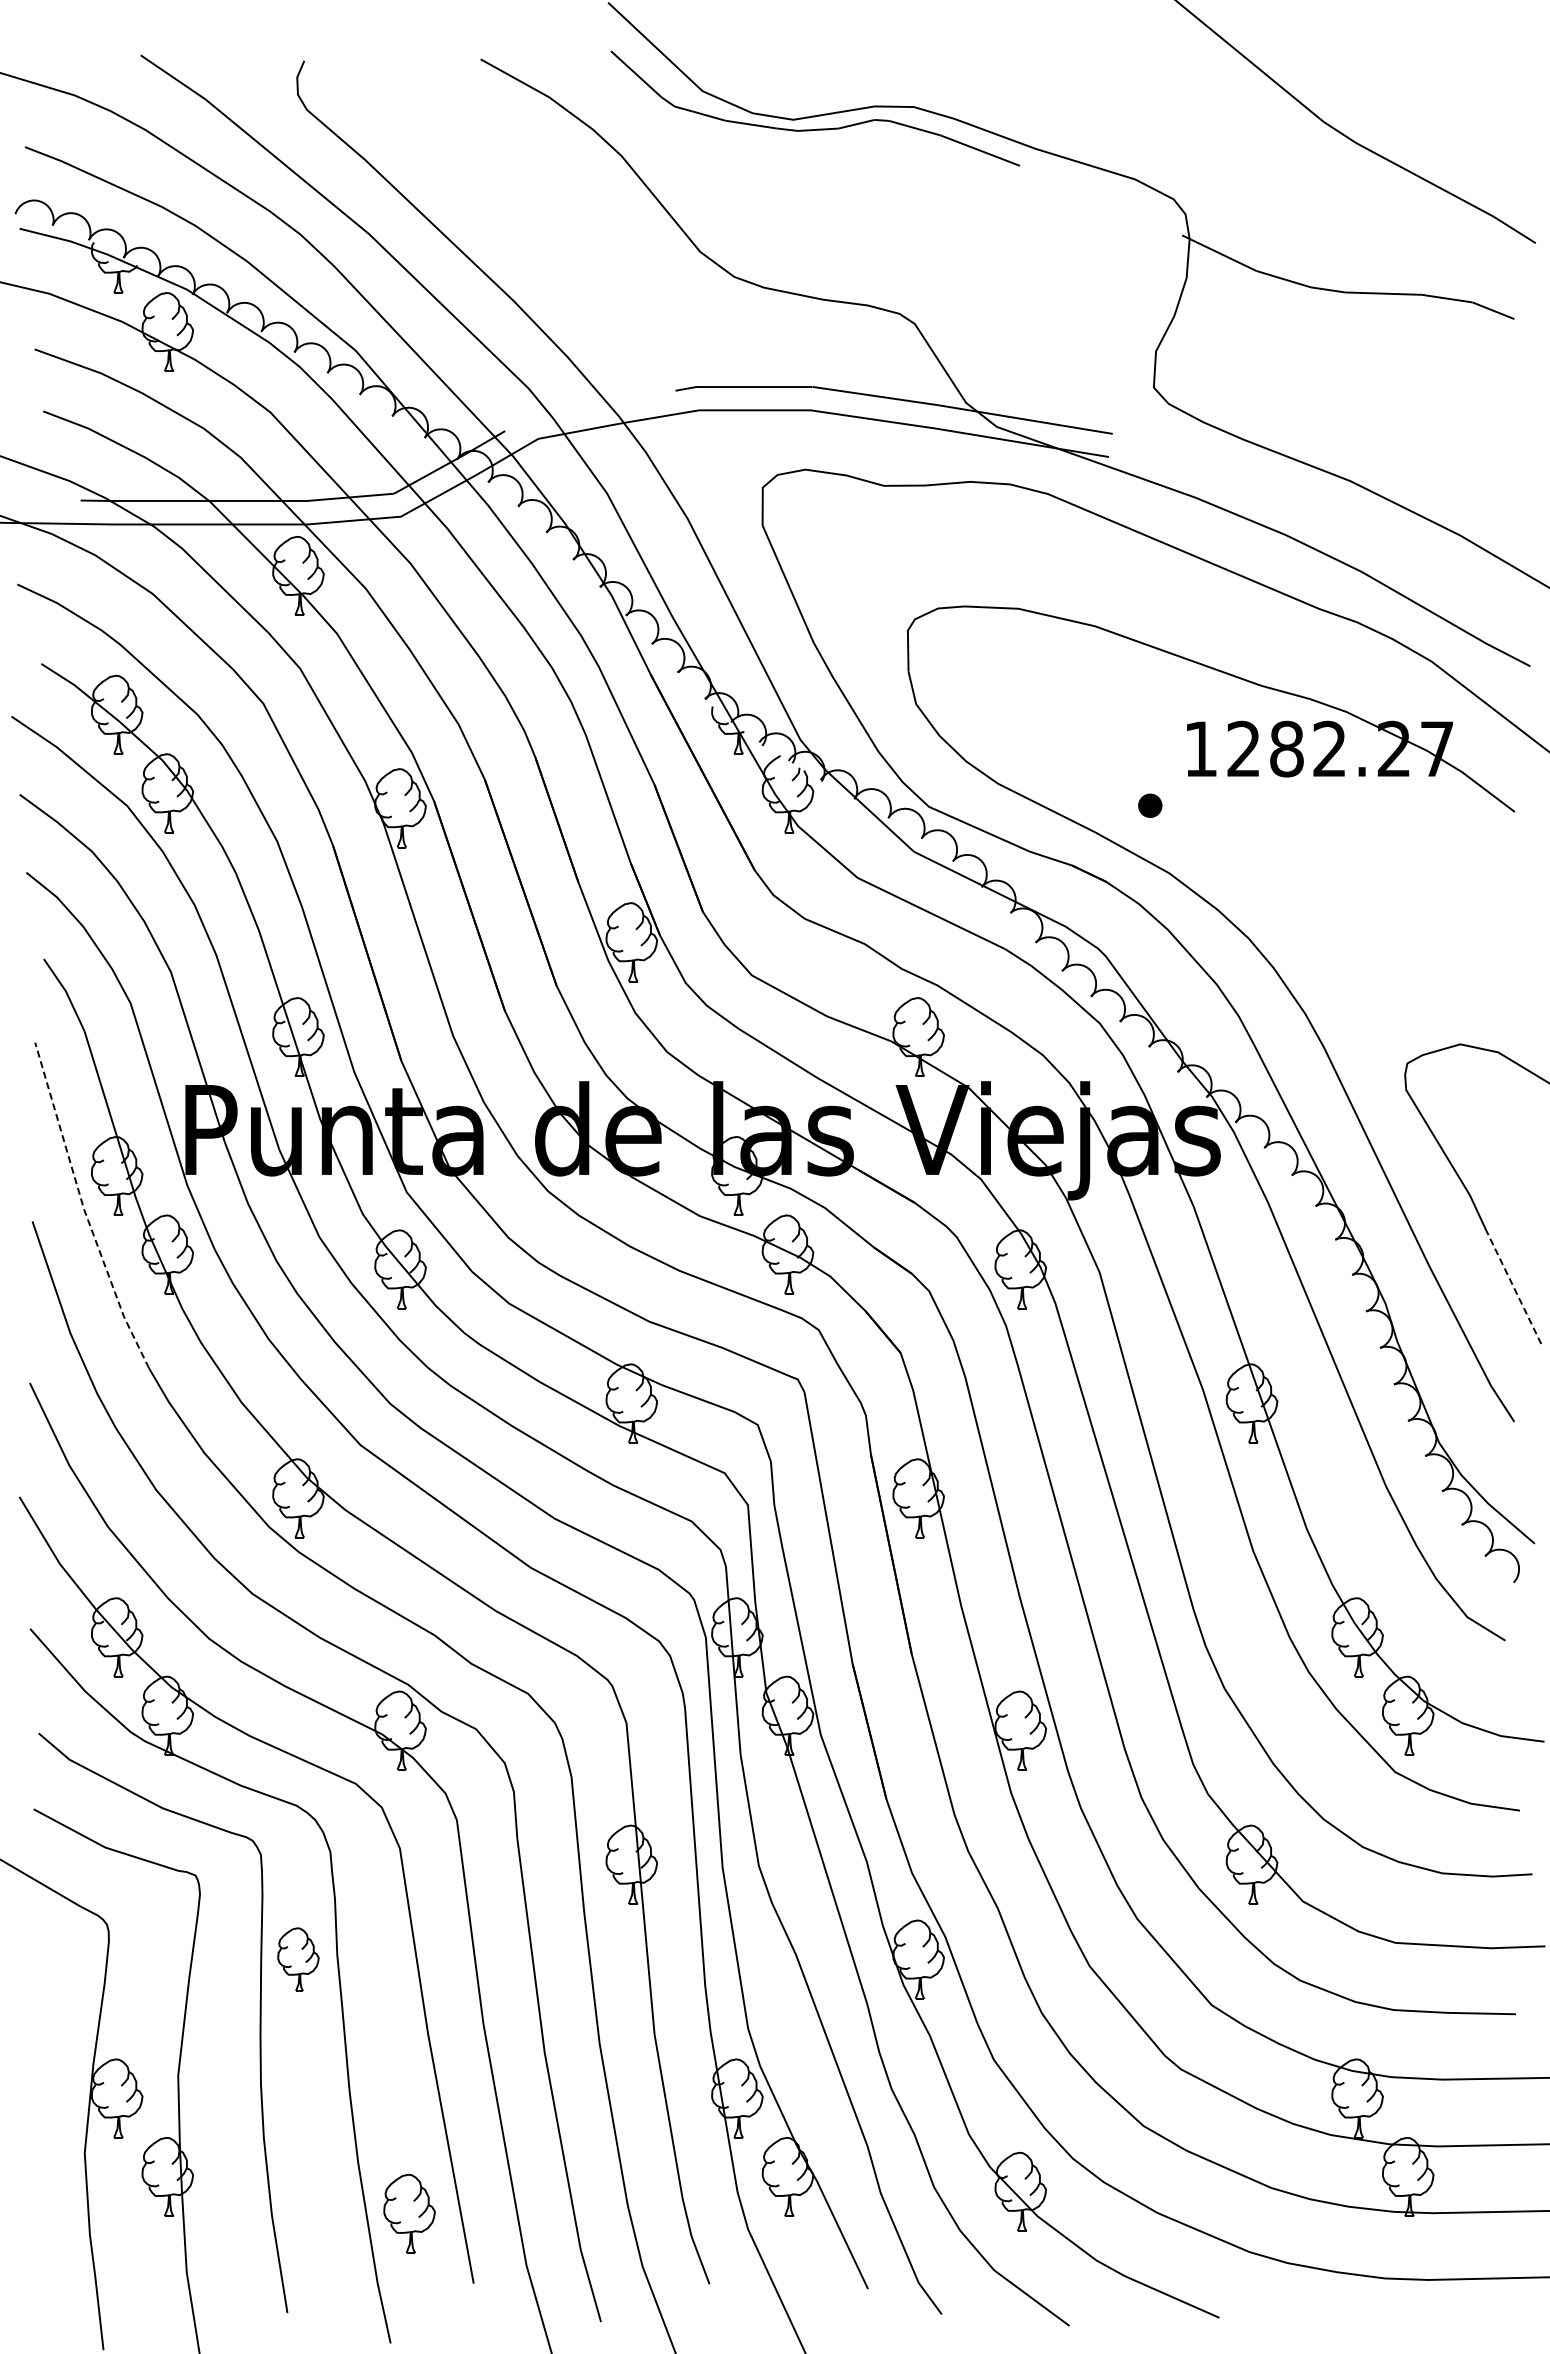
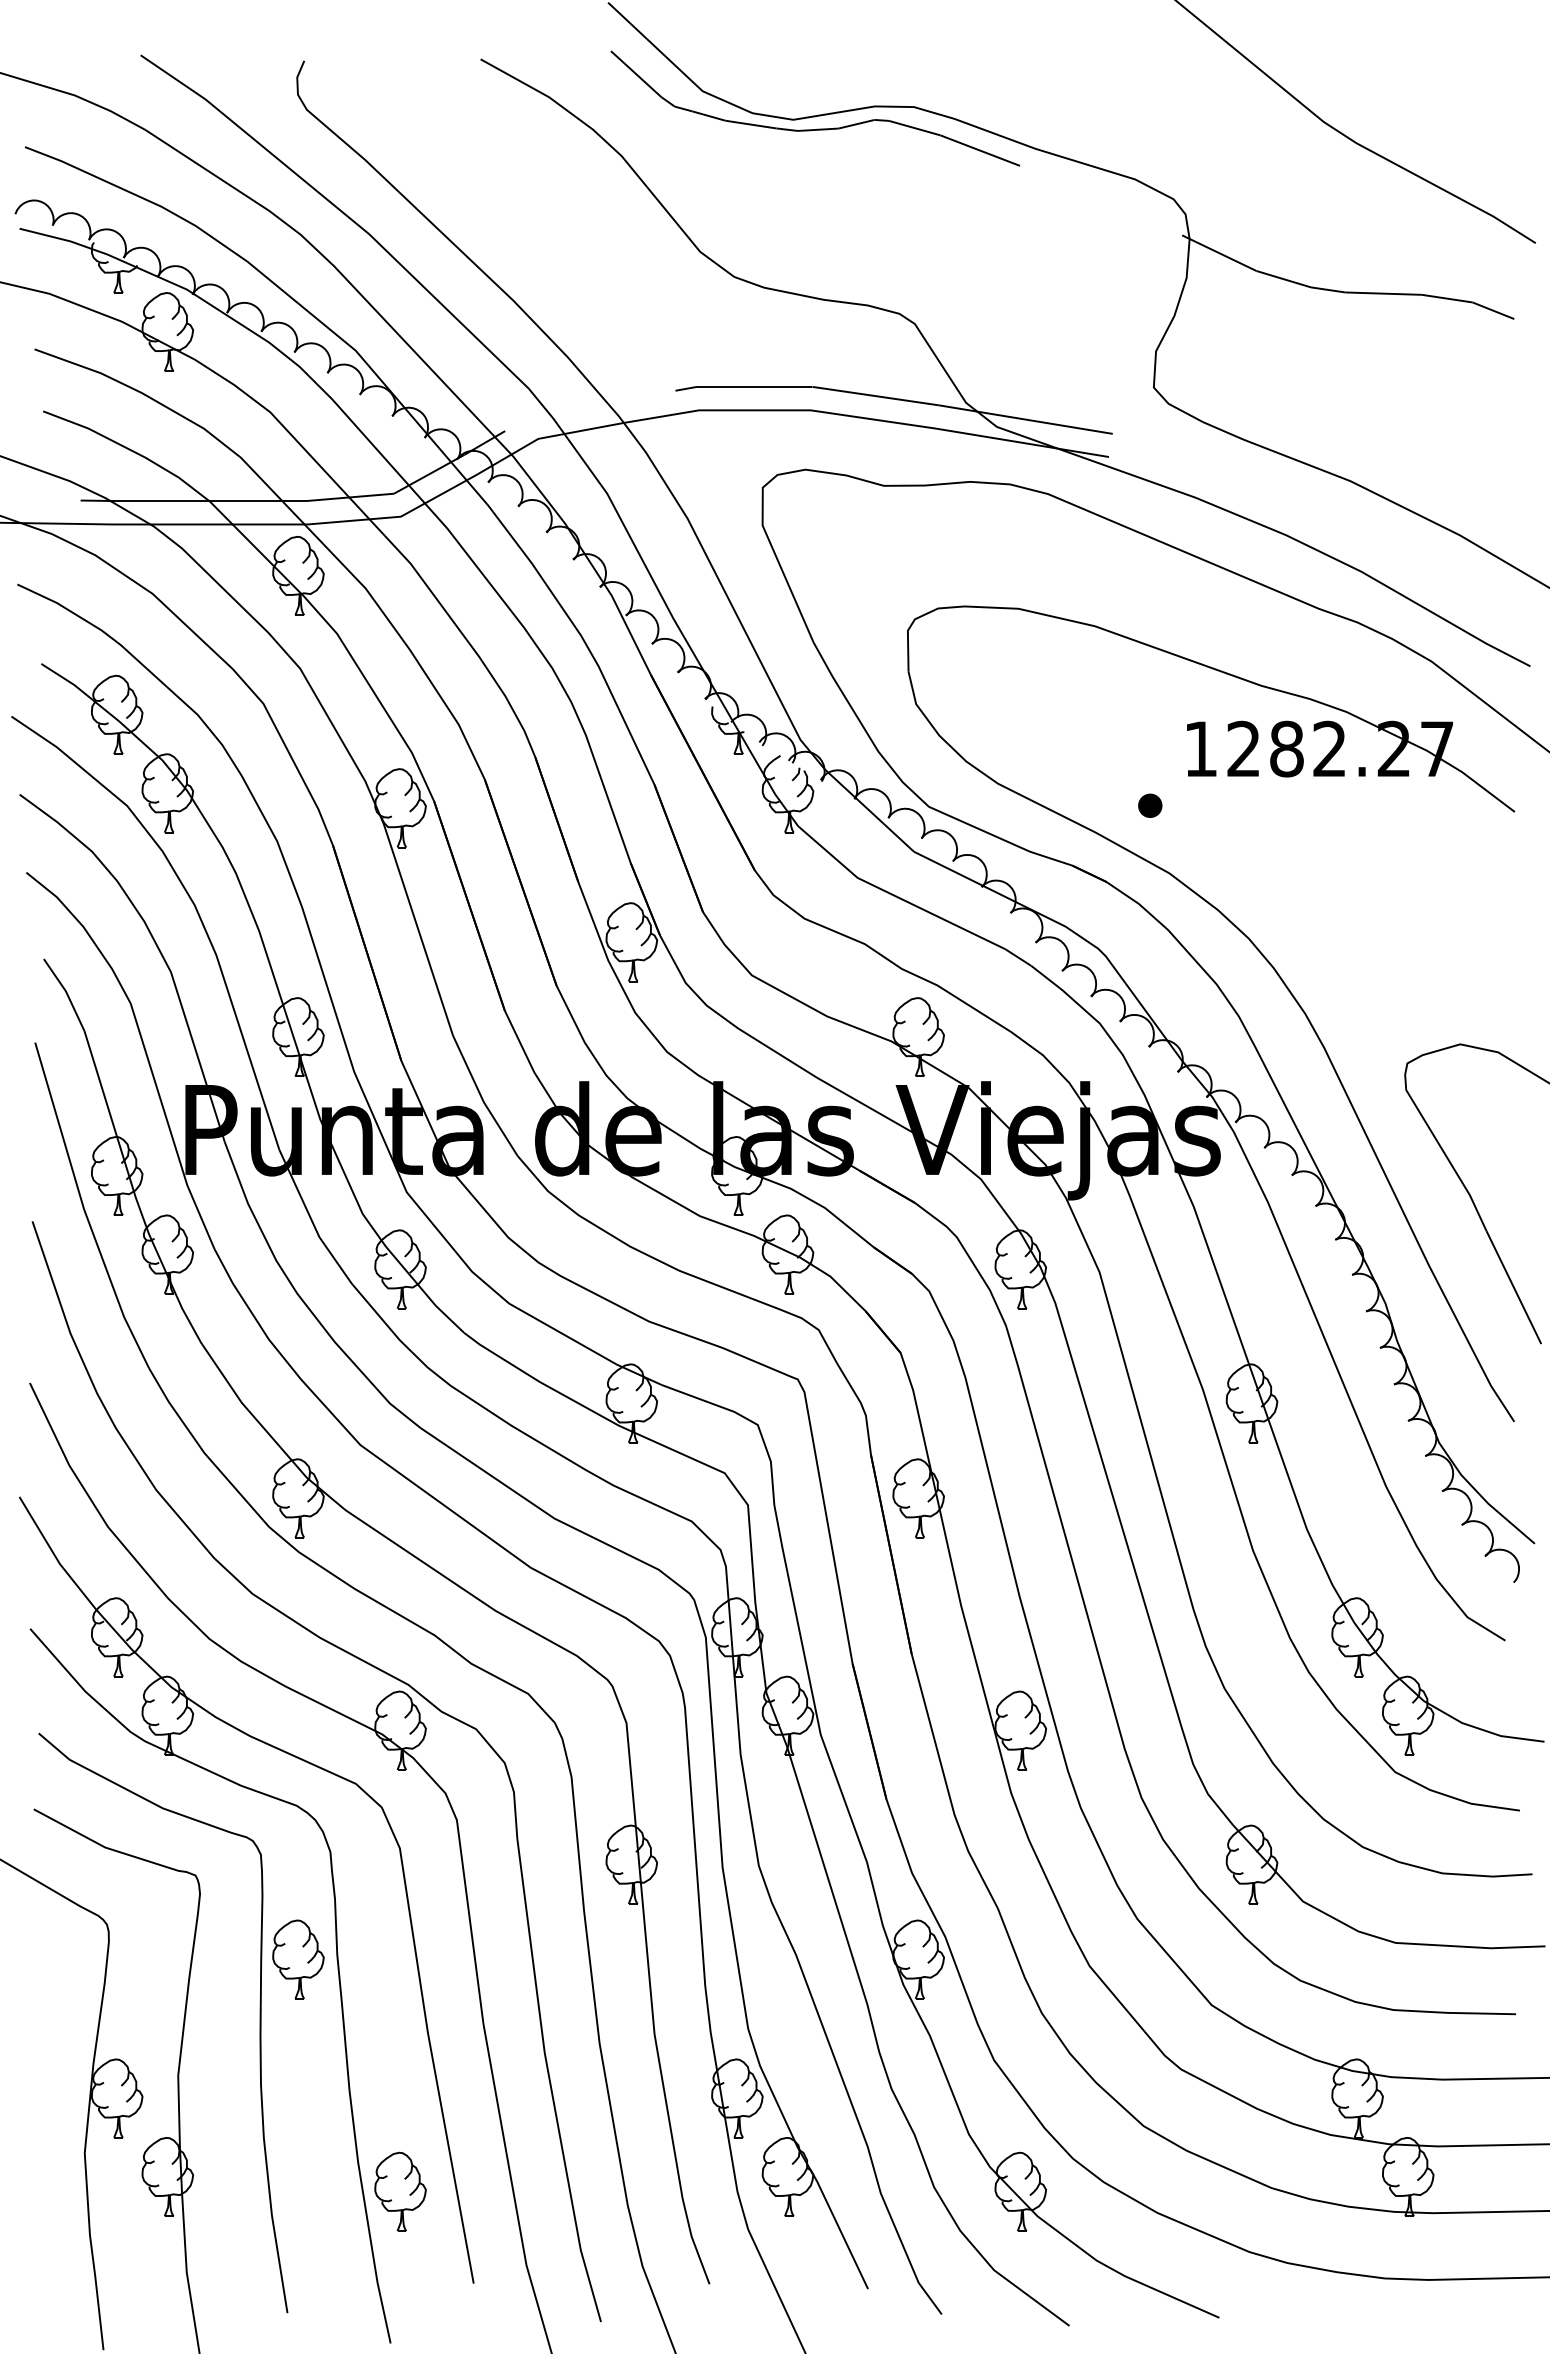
line at (84, 1209): dashed -> solid
line at (1513, 1287): dashed -> solid
part at (298, 1959) size: 43x65 px -> 53x81 px
part at (409, 2213) position: (409, 2213) -> (400, 2191)
